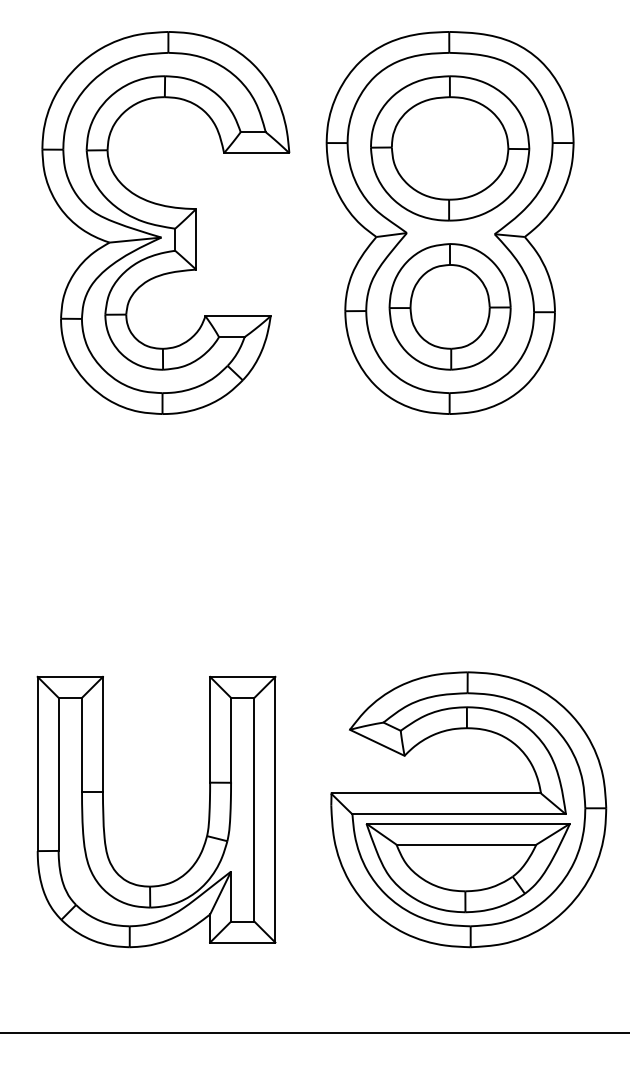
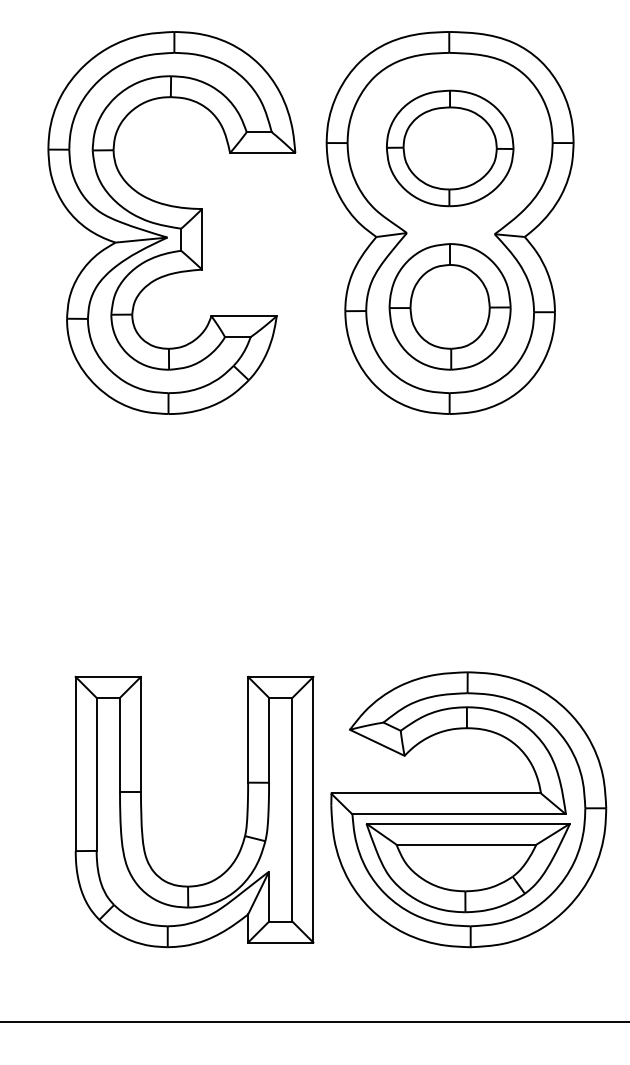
part at (450, 148) size: 161x147 px -> 129x119 px
part at (165, 222) position: (165, 222) -> (171, 222)
part at (104, 811) position: (104, 811) -> (142, 811)
line at (314, 1033) position: (314, 1033) -> (314, 1022)
